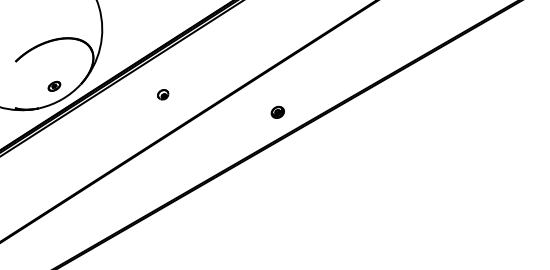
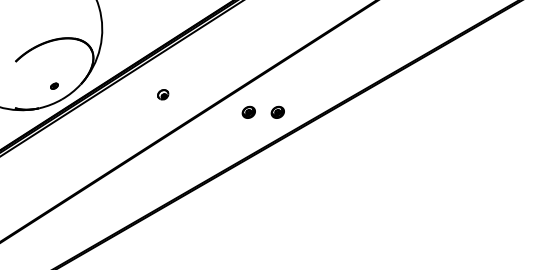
part at (54, 85) size: 15x12 px -> 9x8 px
part at (248, 111): none -> present
